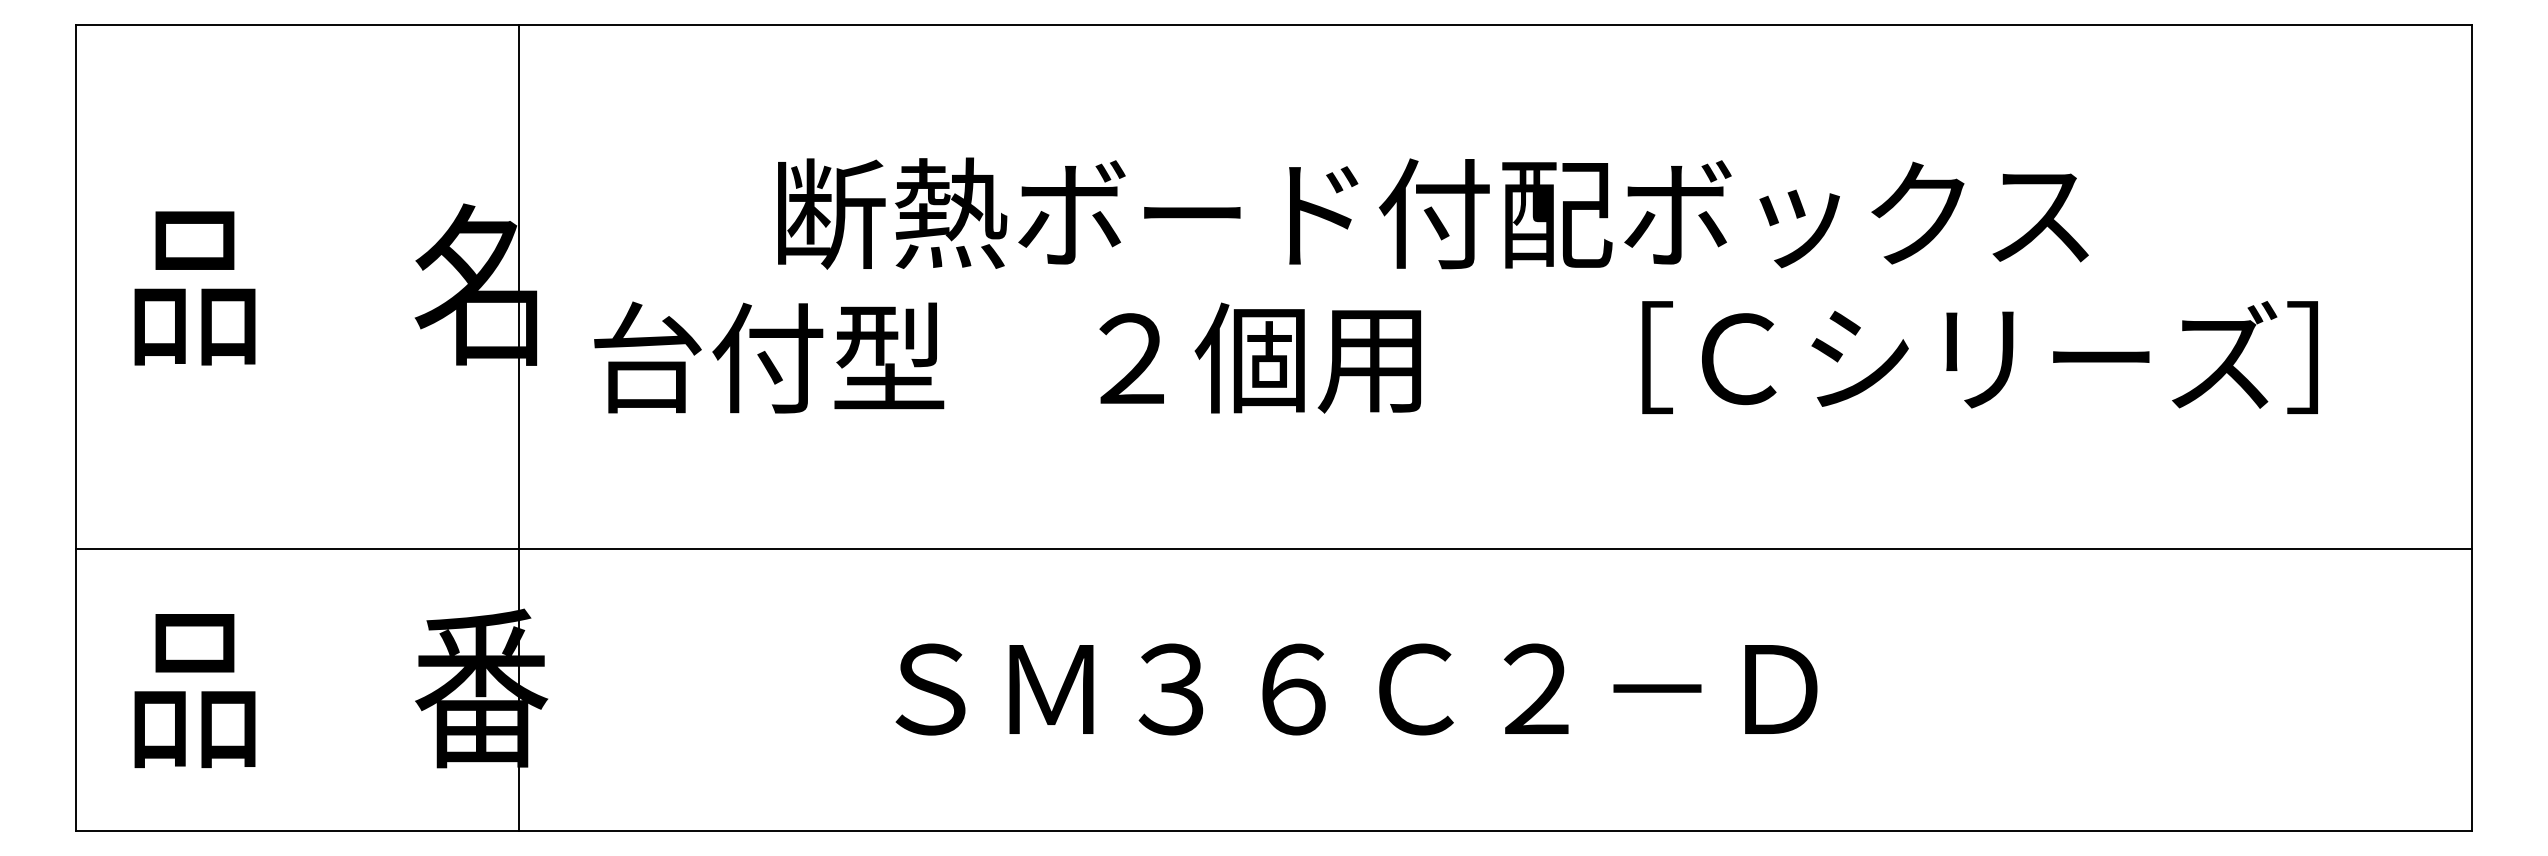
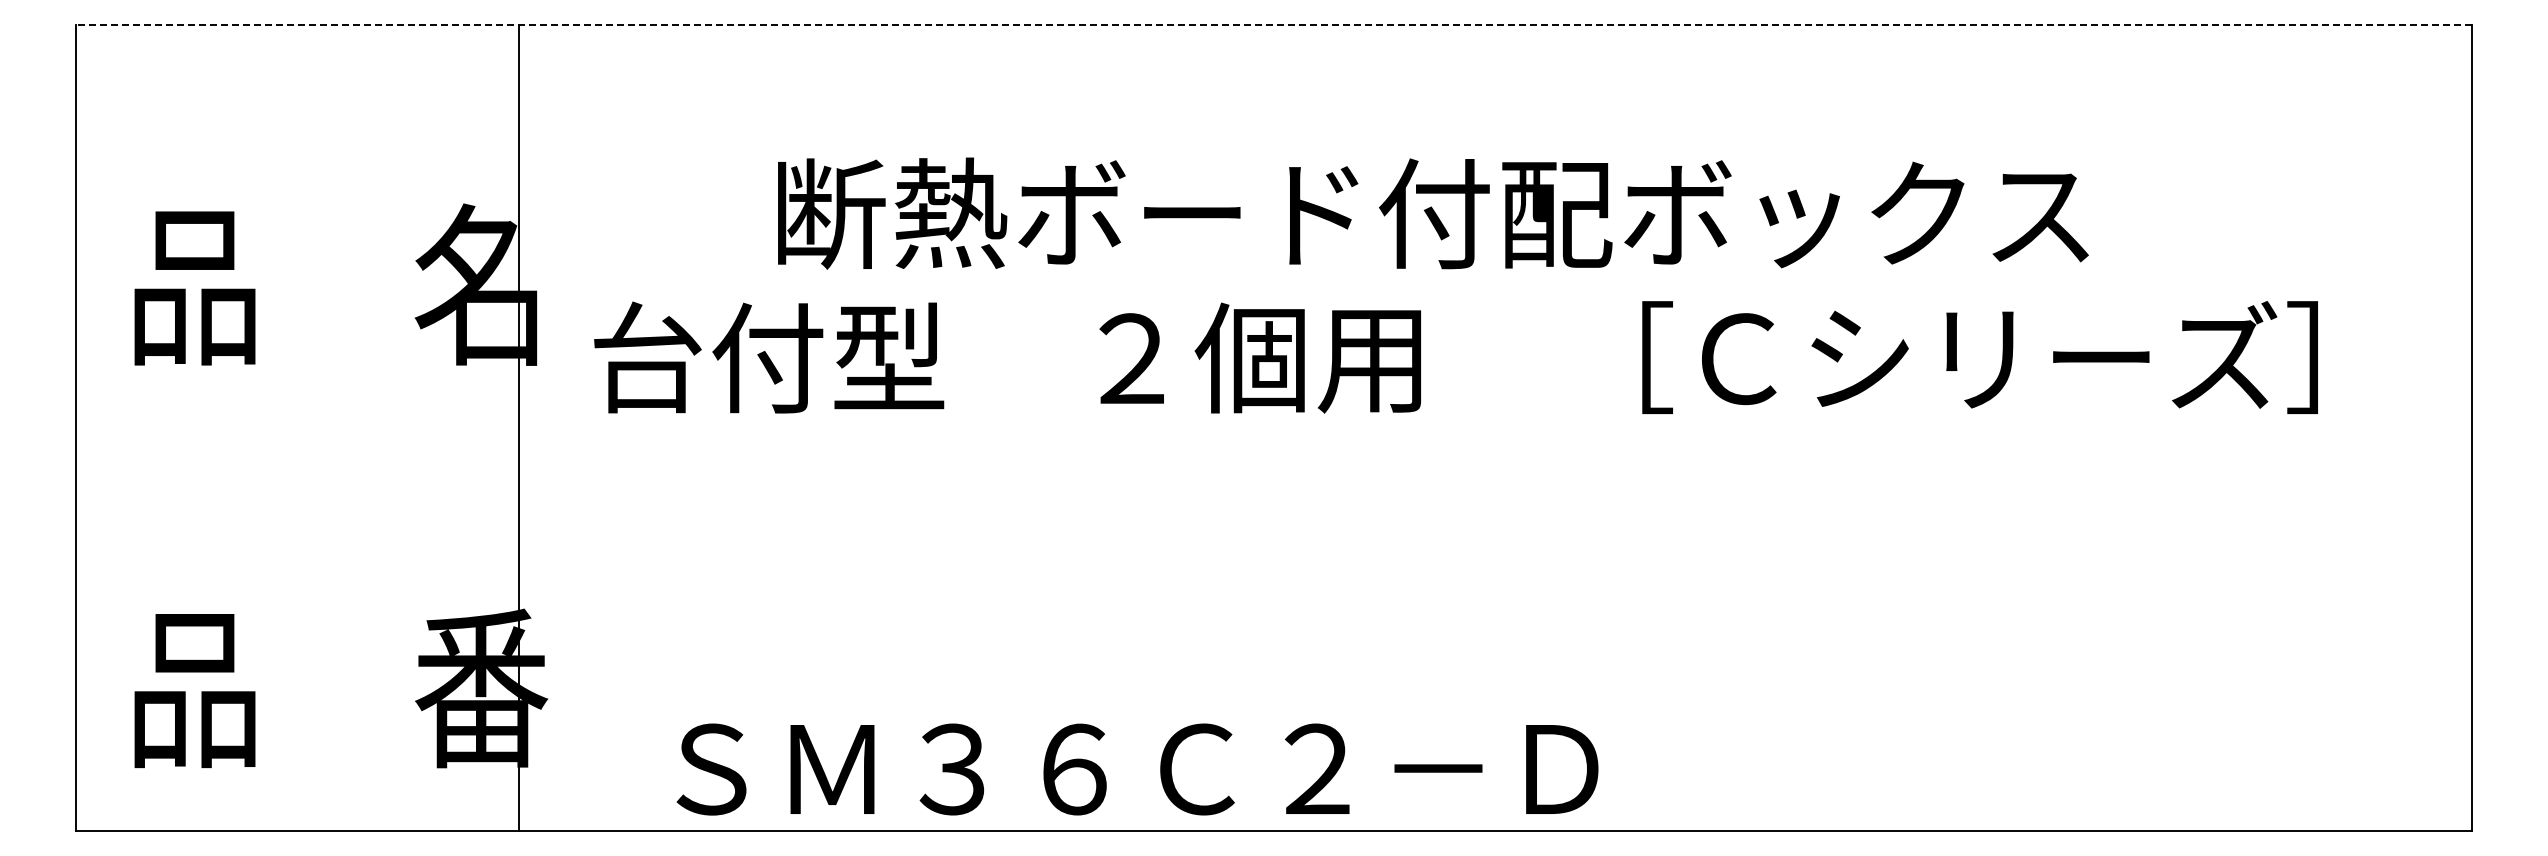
line at (1273, 25): solid -> dashed
line at (1273, 548): present -> none
text at (1356, 689) position: (1356, 689) -> (1137, 769)
